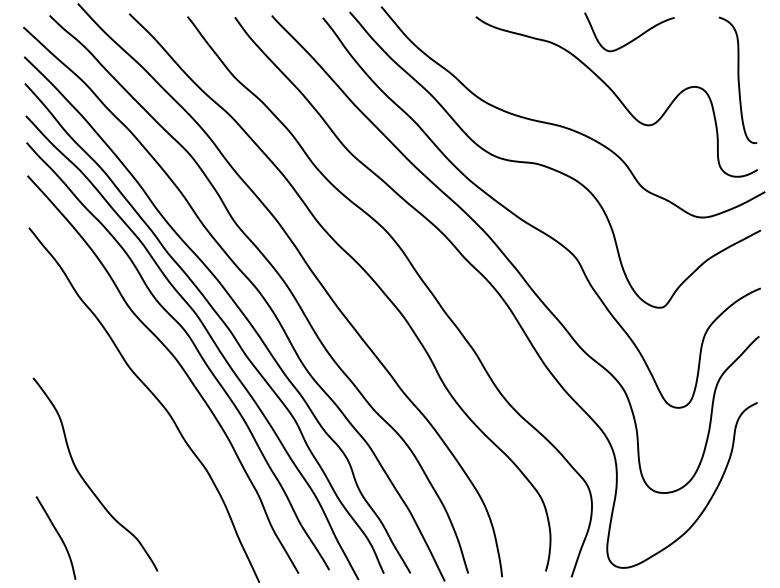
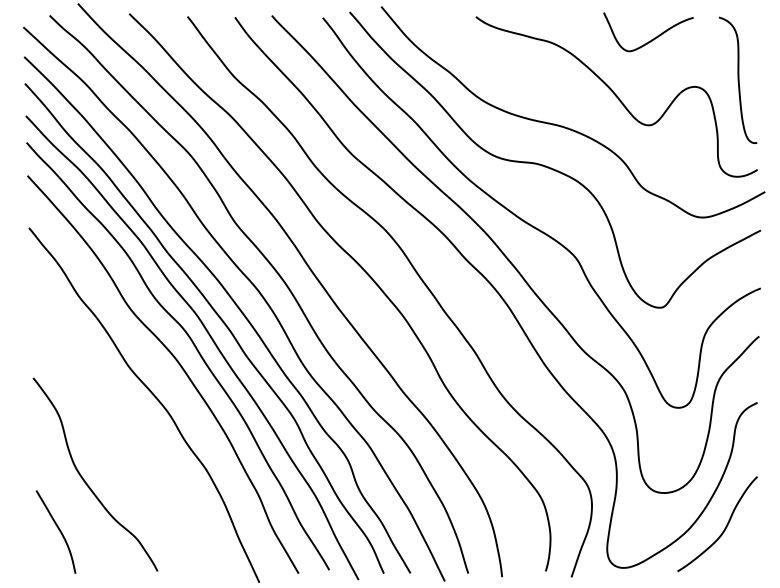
curve at (632, 39) position: (632, 39) -> (651, 39)
curve at (724, 528): none -> present
curve at (58, 536) position: (58, 536) -> (58, 530)
